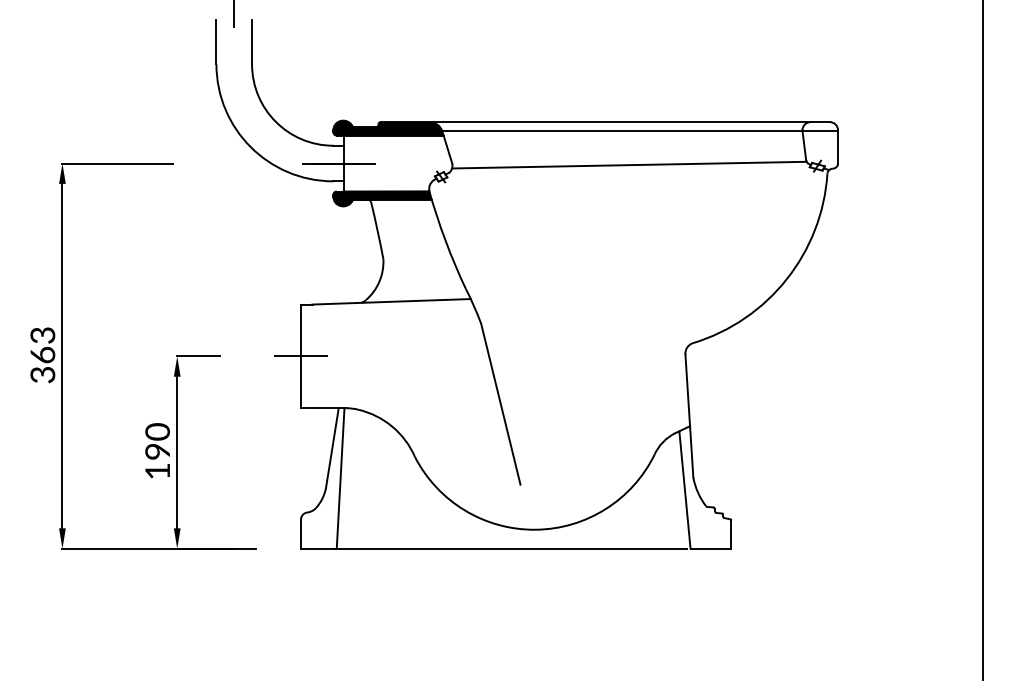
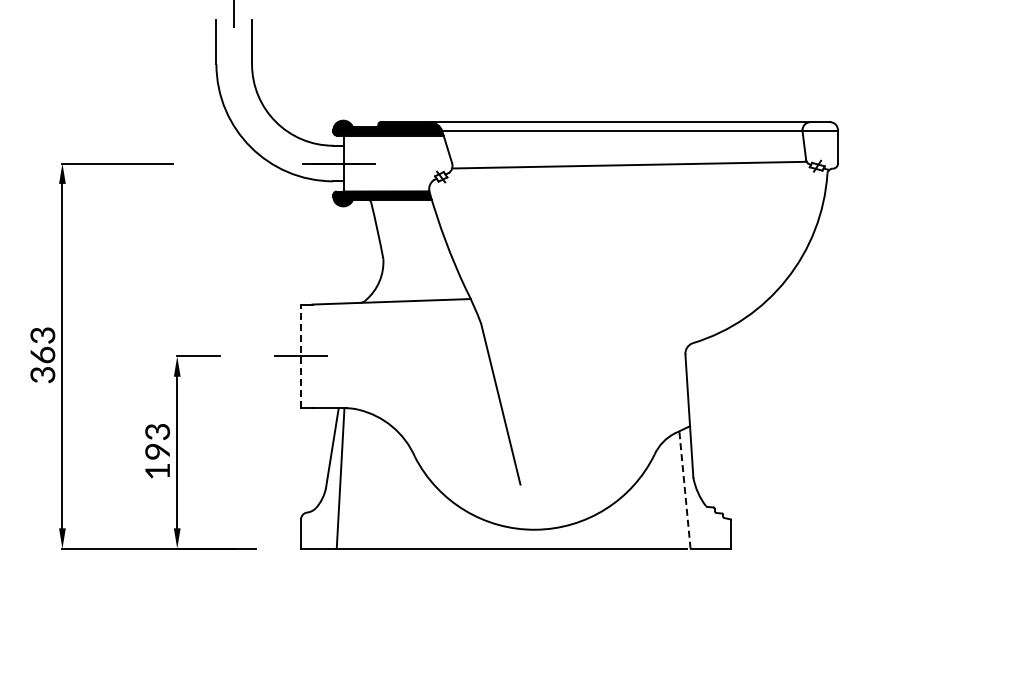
line at (982, 339): present -> none
line at (301, 356): solid -> dashed
text at (157, 431): 190 -> 193
line at (684, 490): solid -> dashed
